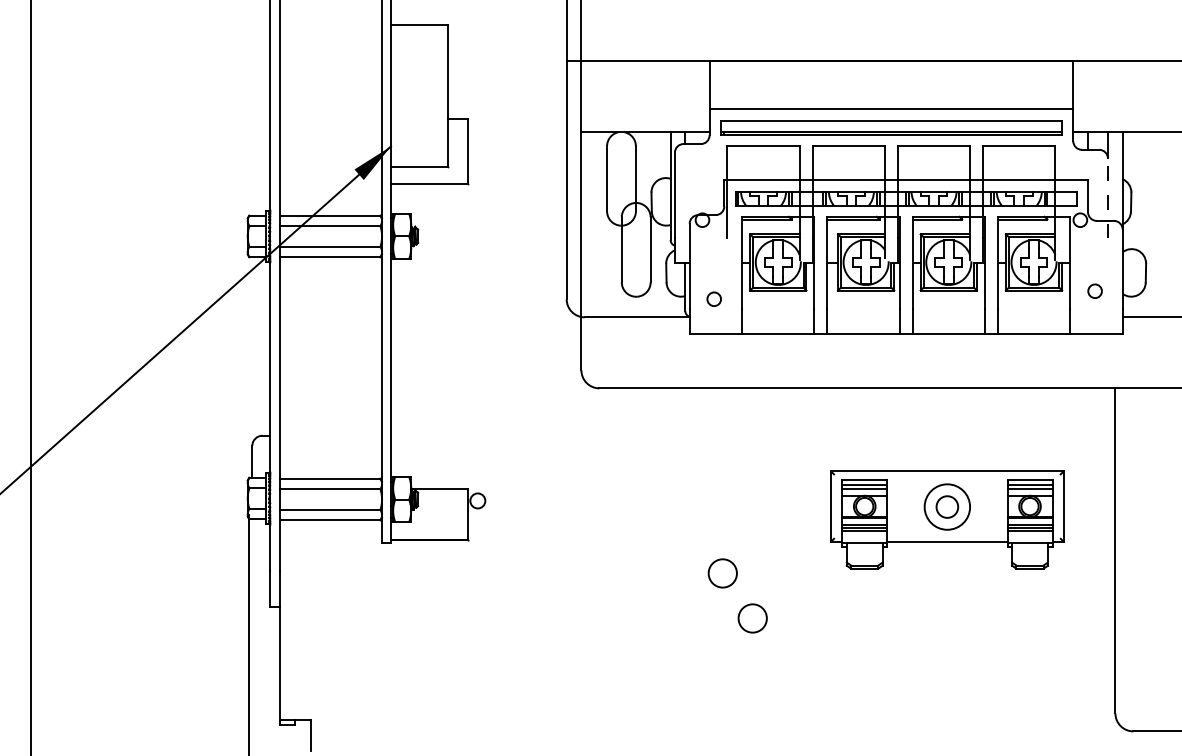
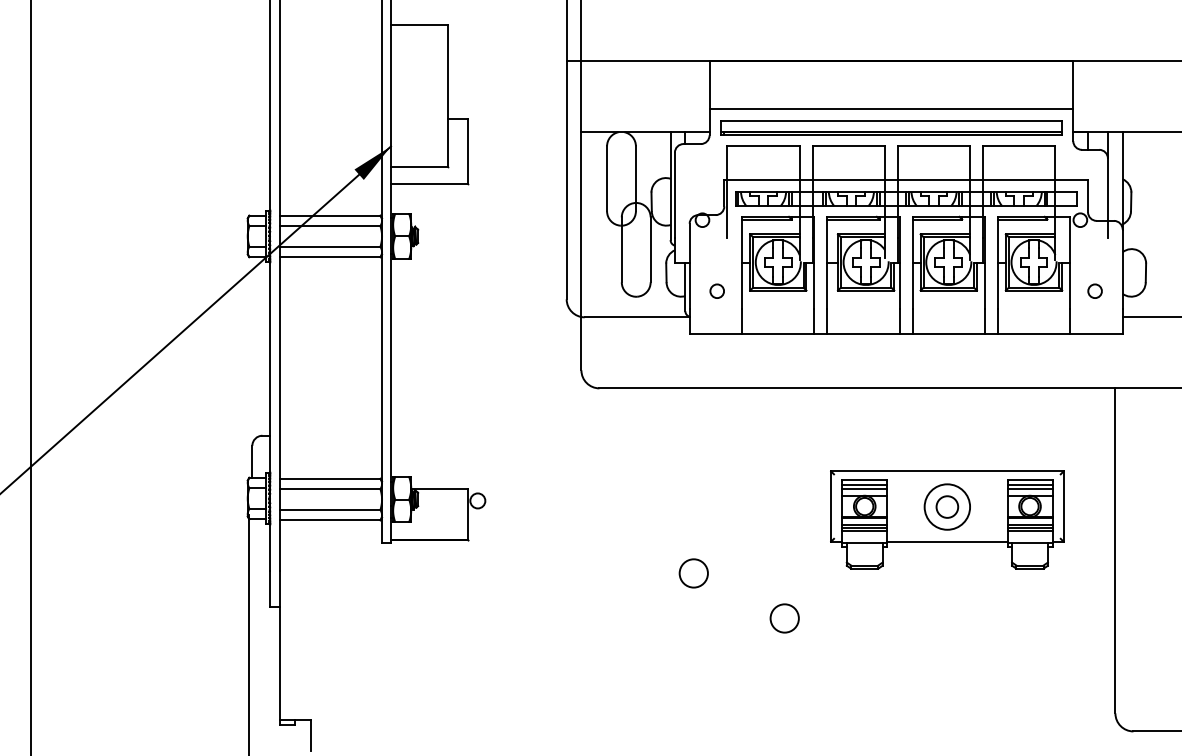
line at (1107, 198): dashed -> solid
circle at (713, 298) position: (713, 298) -> (716, 290)
circle at (722, 573) position: (722, 573) -> (693, 573)
circle at (752, 618) position: (752, 618) -> (784, 618)
